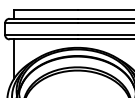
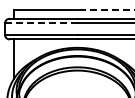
line at (106, 9): solid -> dashed
line at (40, 23): solid -> dashed
